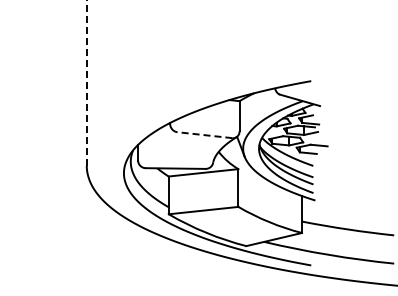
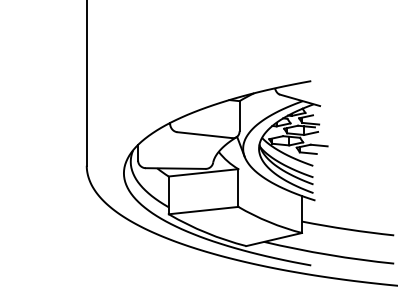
line at (86, 83): dashed -> solid
line at (204, 135): dashed -> solid
